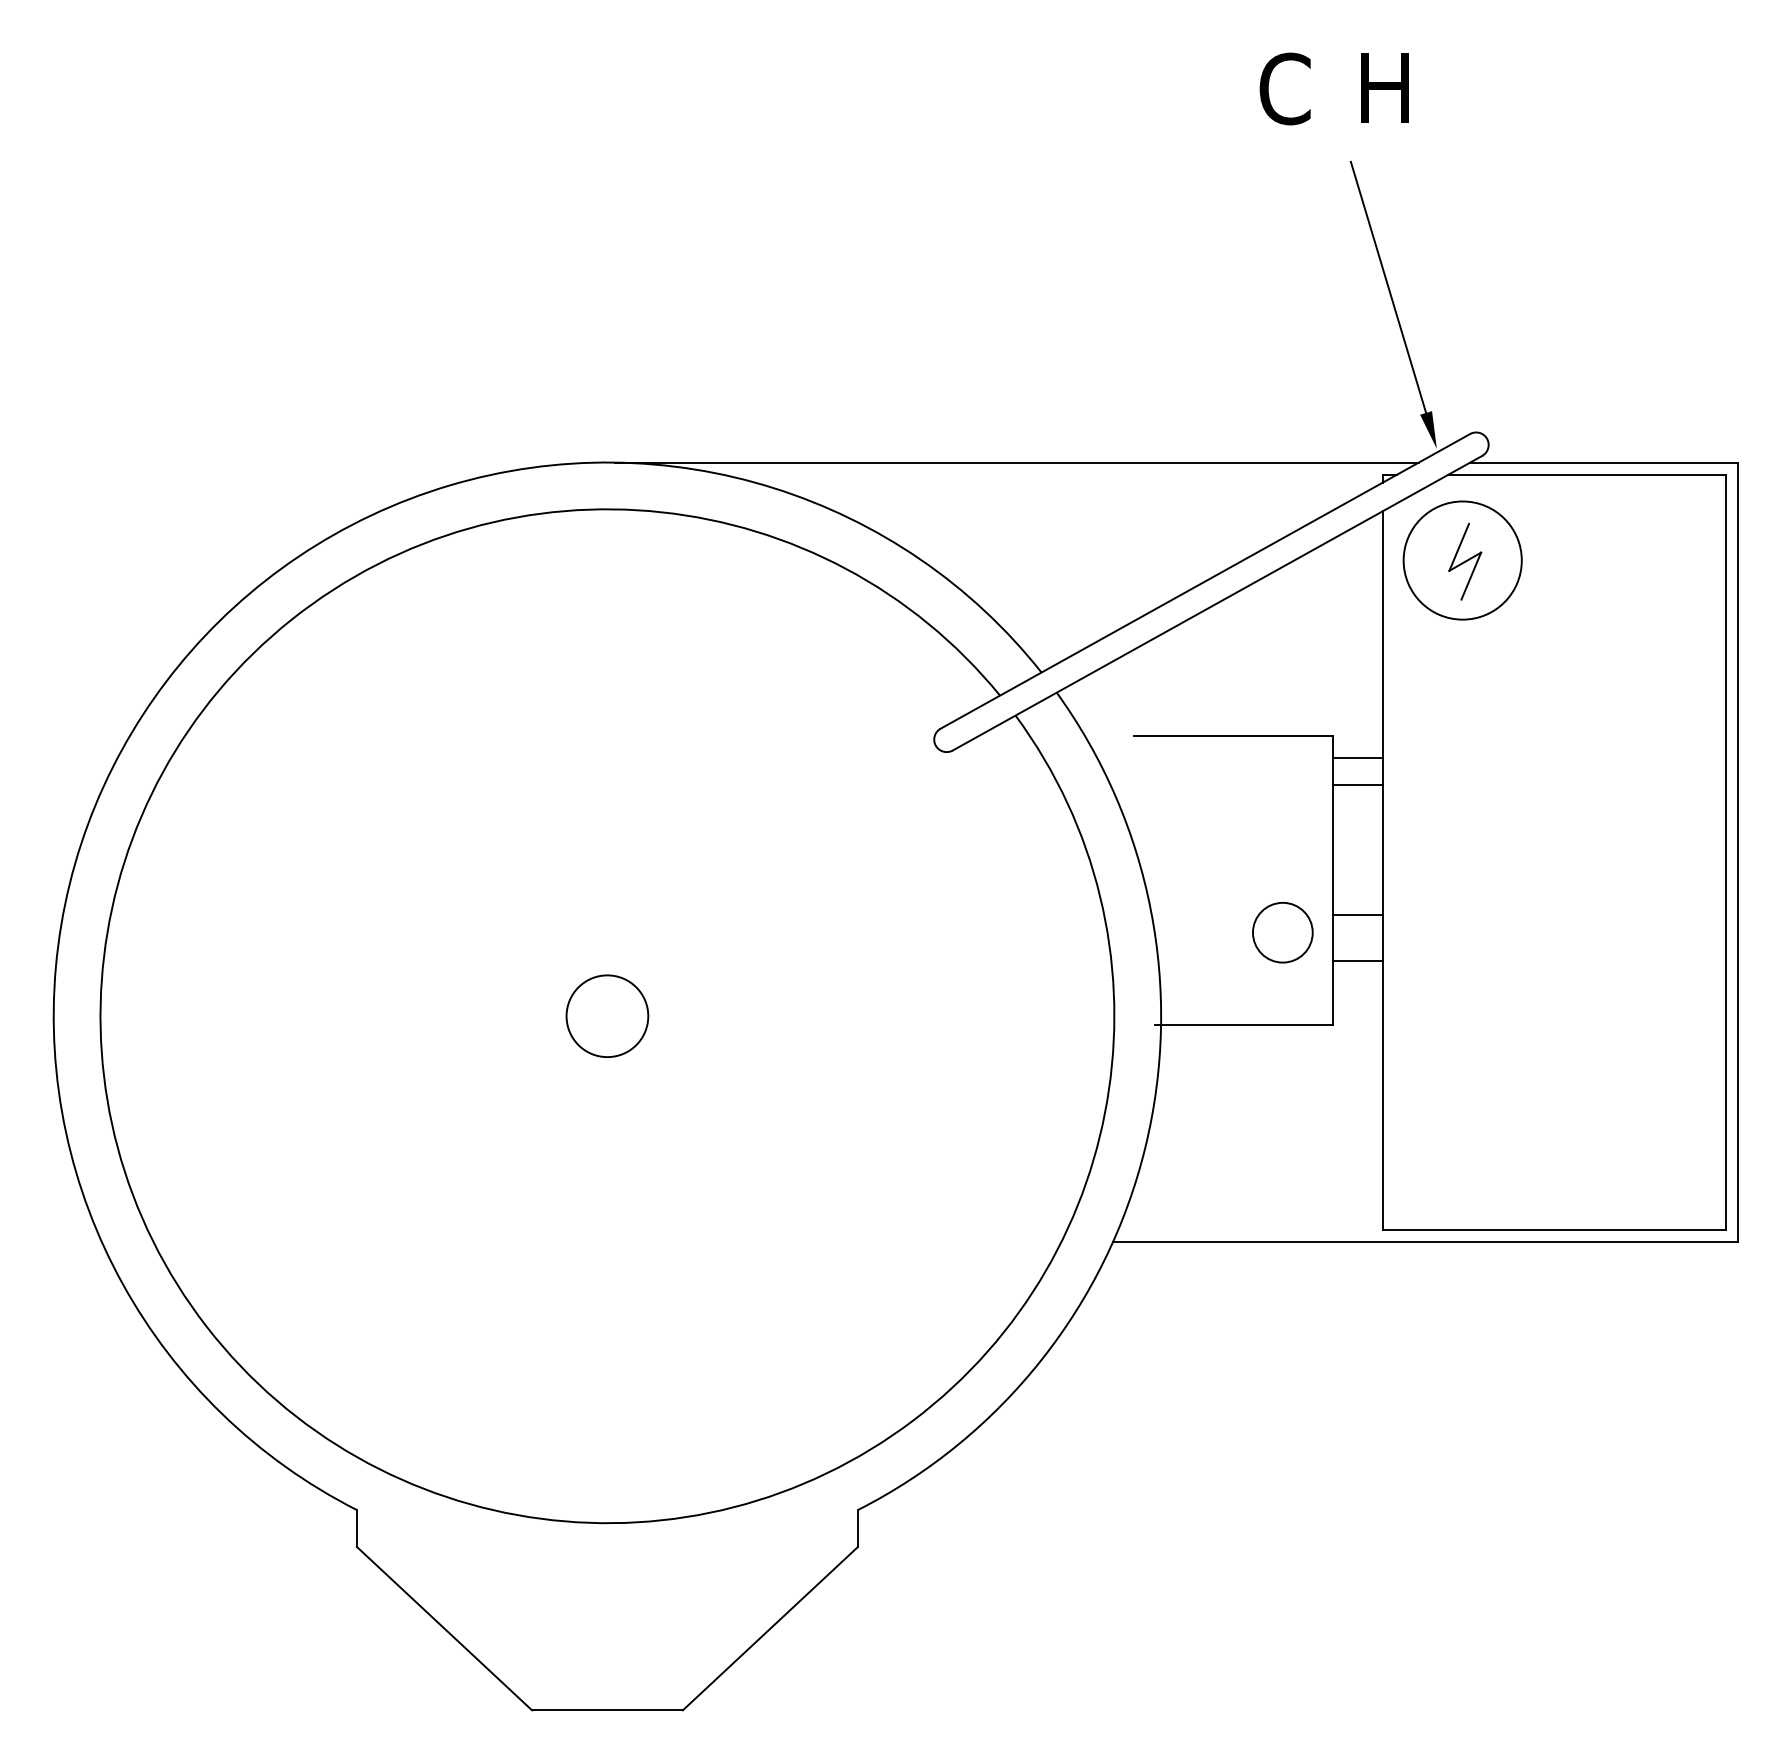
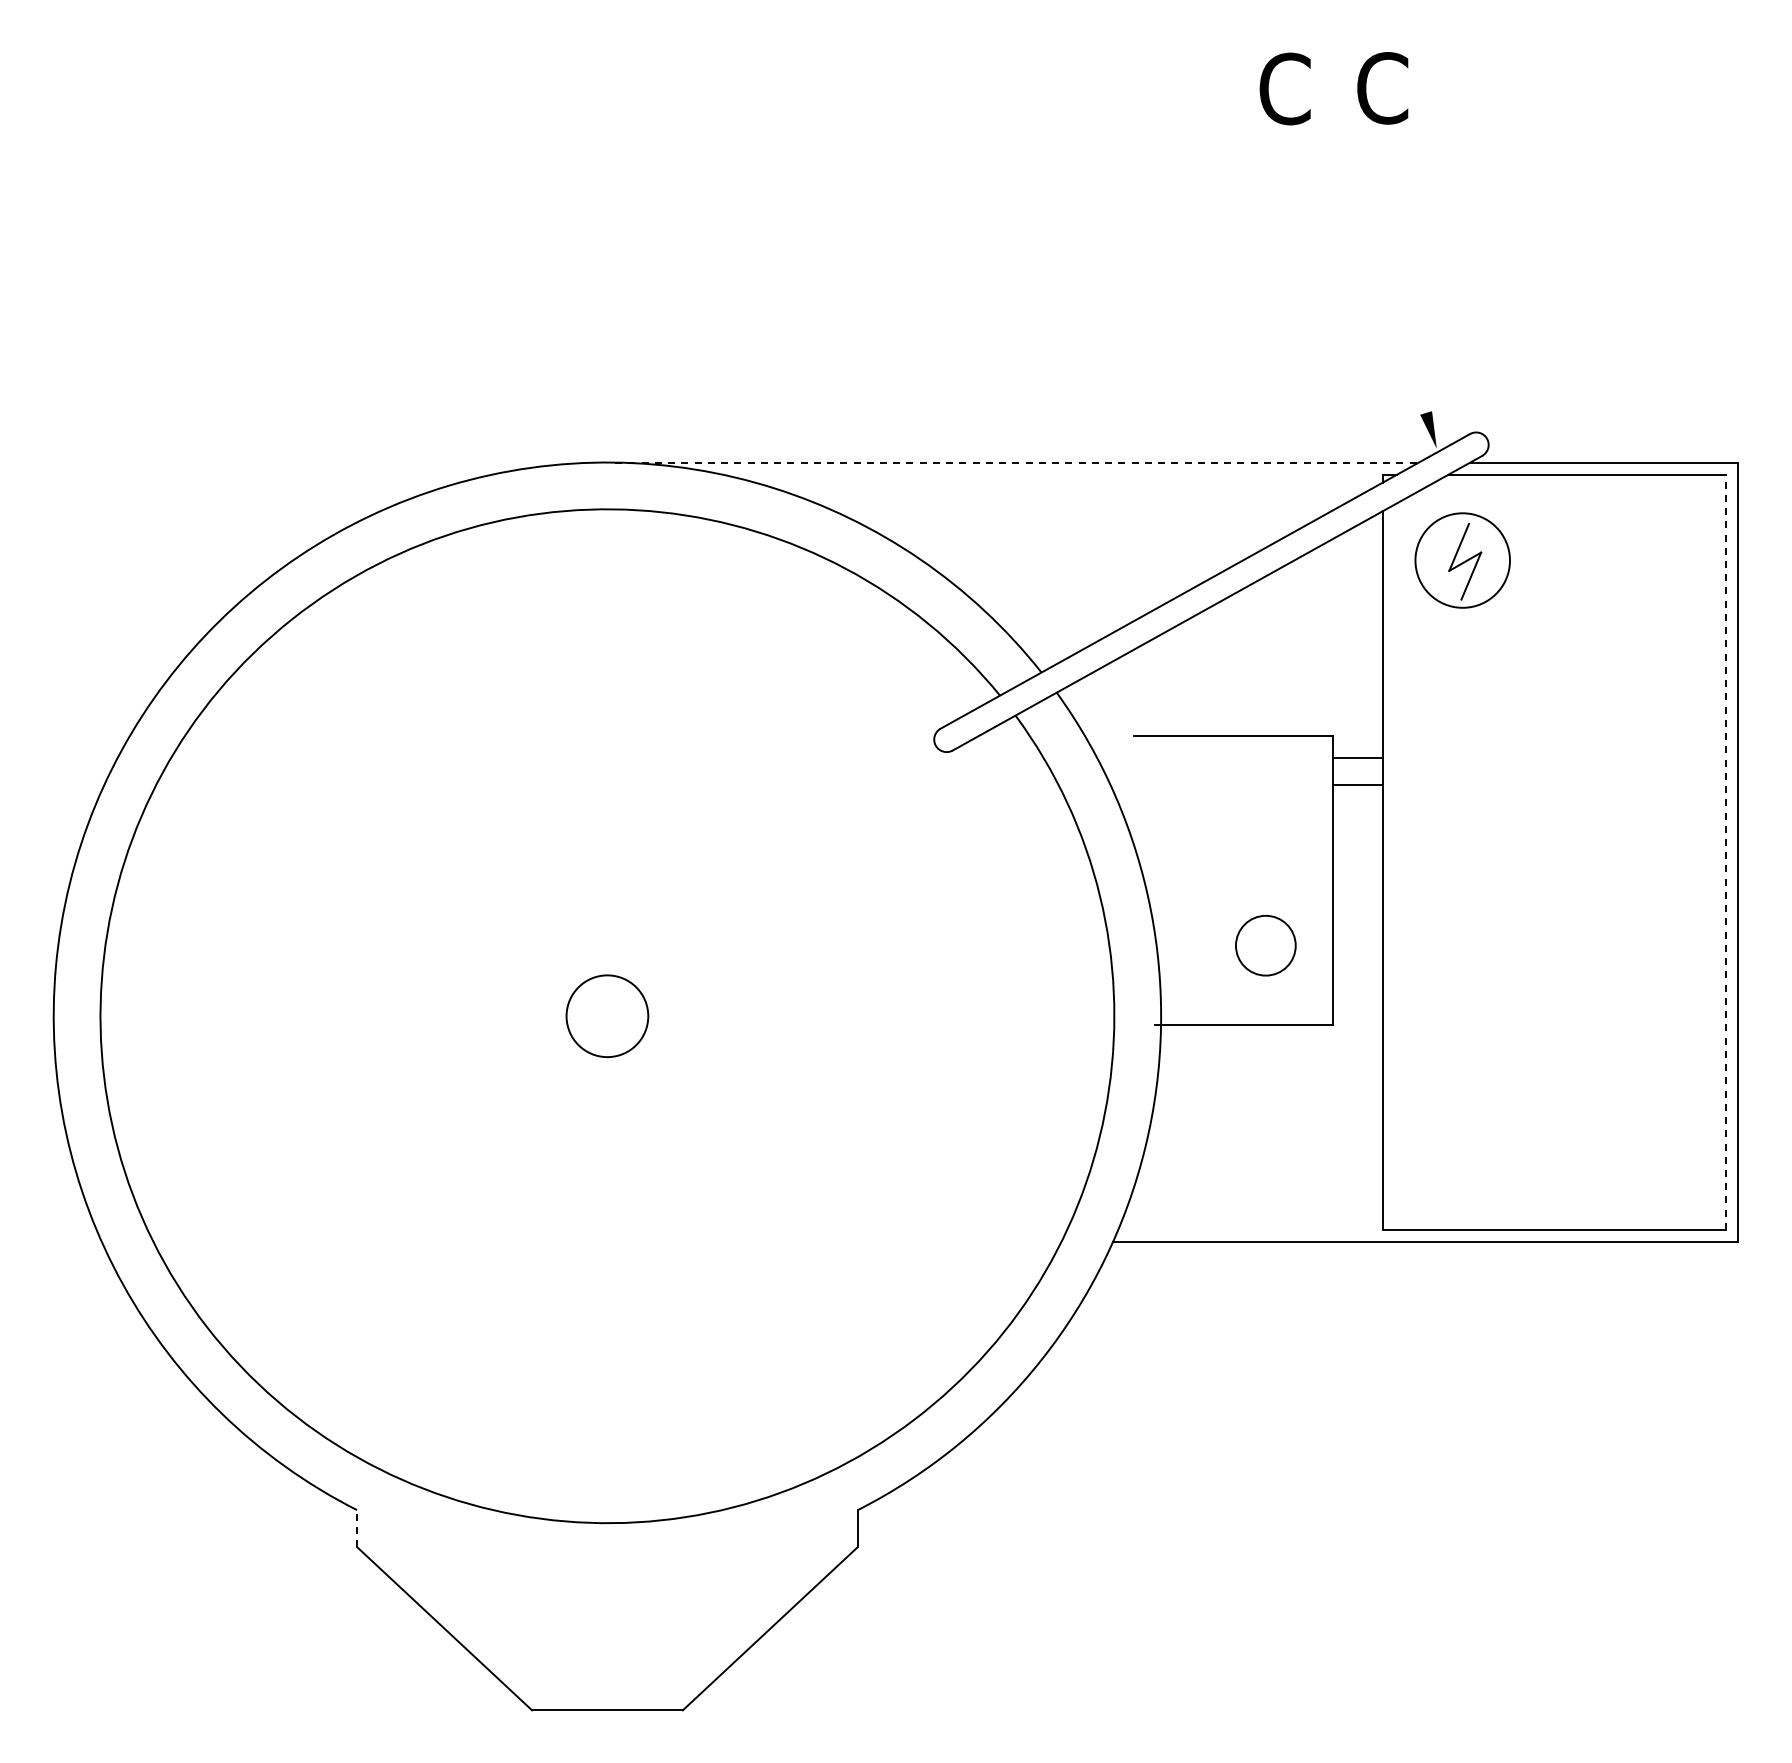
text at (1382, 88): H -> C
line at (1388, 286): present -> none
line at (1017, 462): solid -> dashed
circle at (1462, 560) diameter: 118 px -> 95 px
line at (1725, 851): solid -> dashed
line at (1357, 914): present -> none
circle at (1282, 932) position: (1282, 932) -> (1265, 945)
line at (1357, 961): present -> none
line at (357, 1528): solid -> dashed
